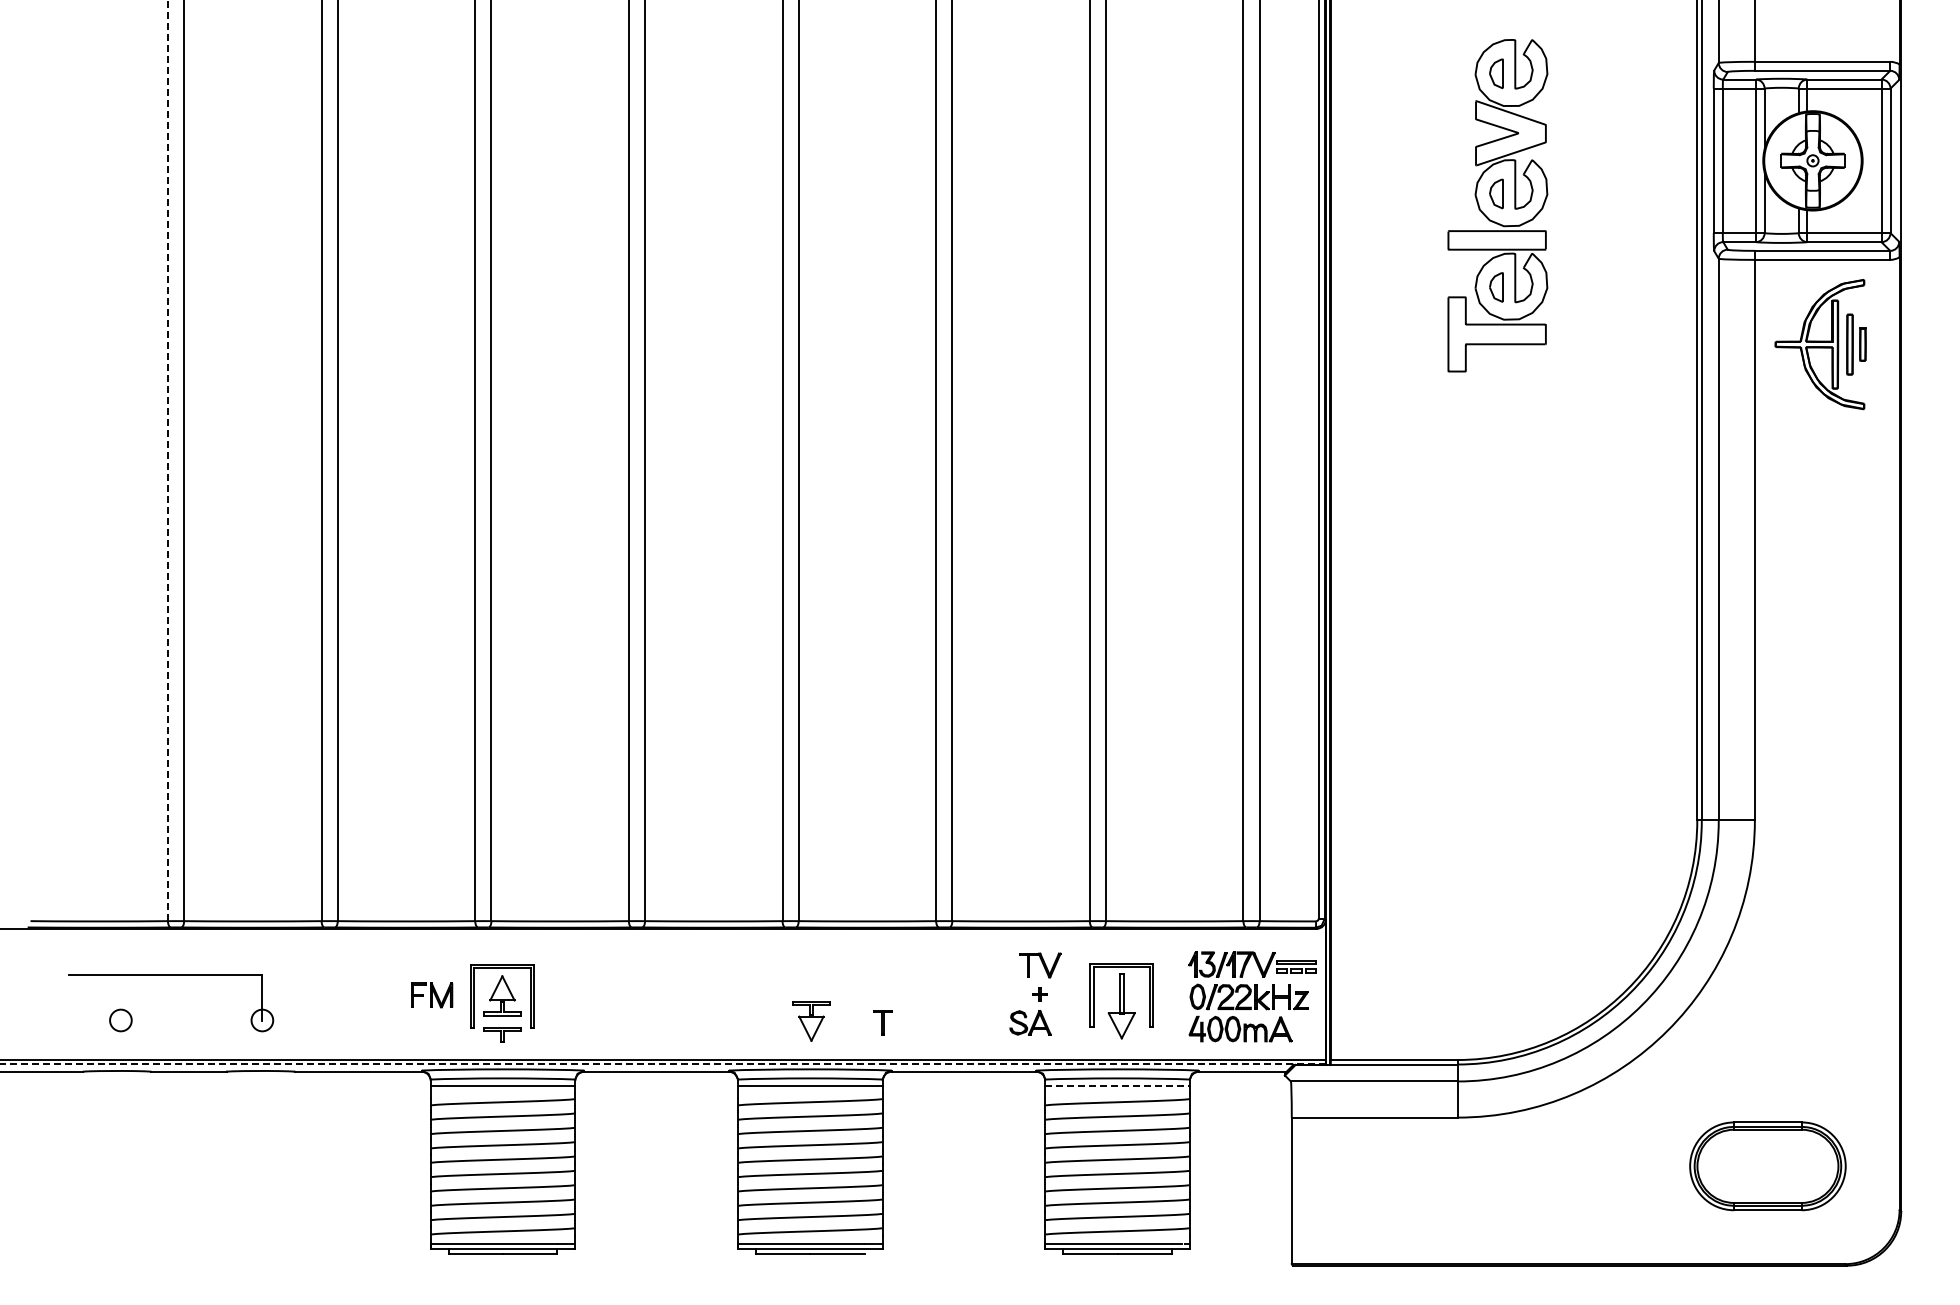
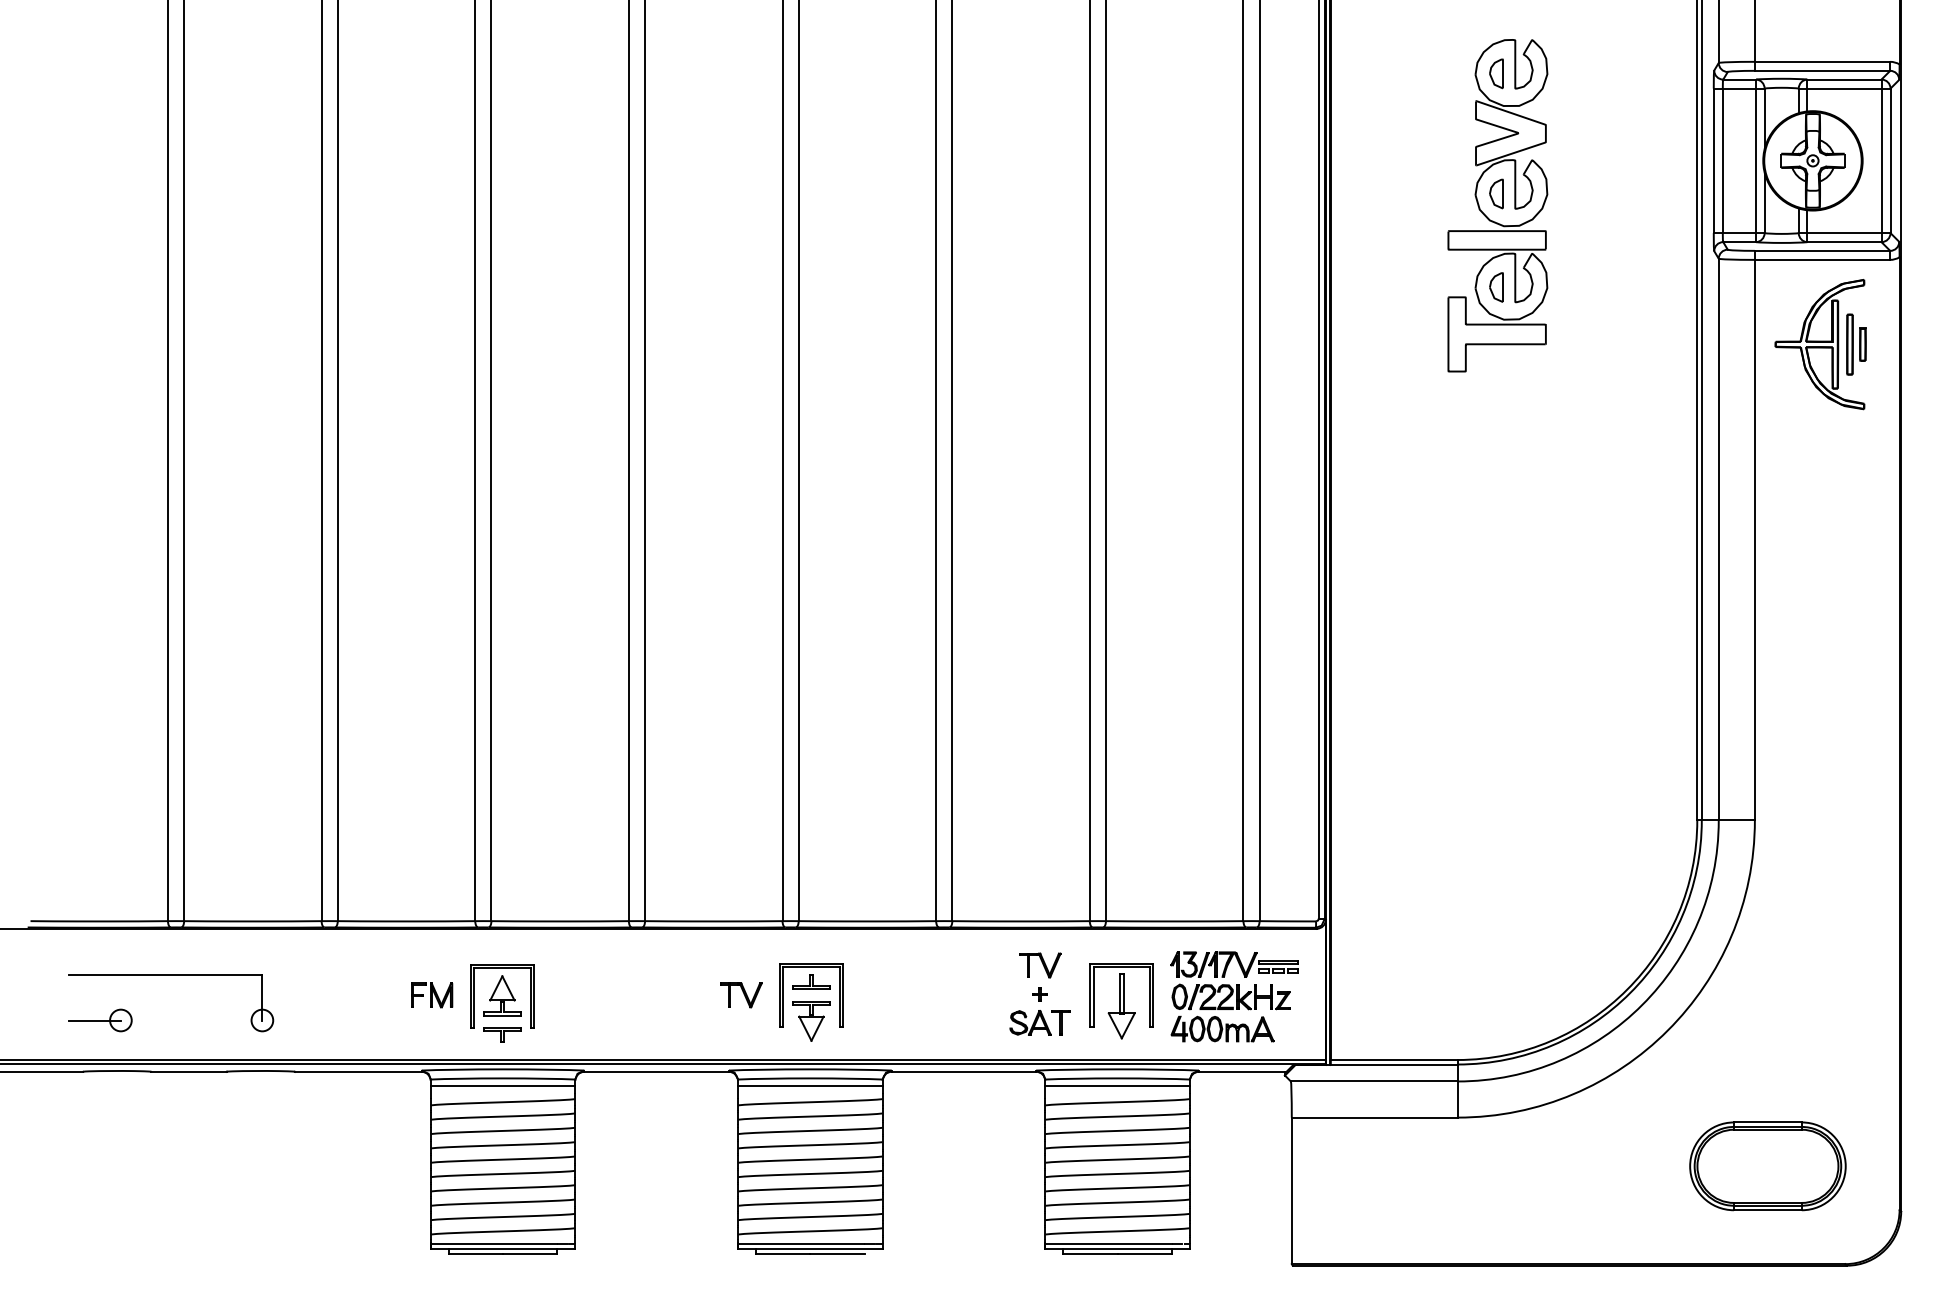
line at (167, 460): dashed -> solid
part at (741, 995): none -> present
part at (811, 995): none -> present
part at (1252, 996) position: (1252, 996) -> (1234, 996)
line at (94, 1020): none -> present
part at (882, 1022) position: (882, 1022) -> (1060, 1022)
line at (663, 1064): dashed -> solid
line at (1118, 1086): dashed -> solid
